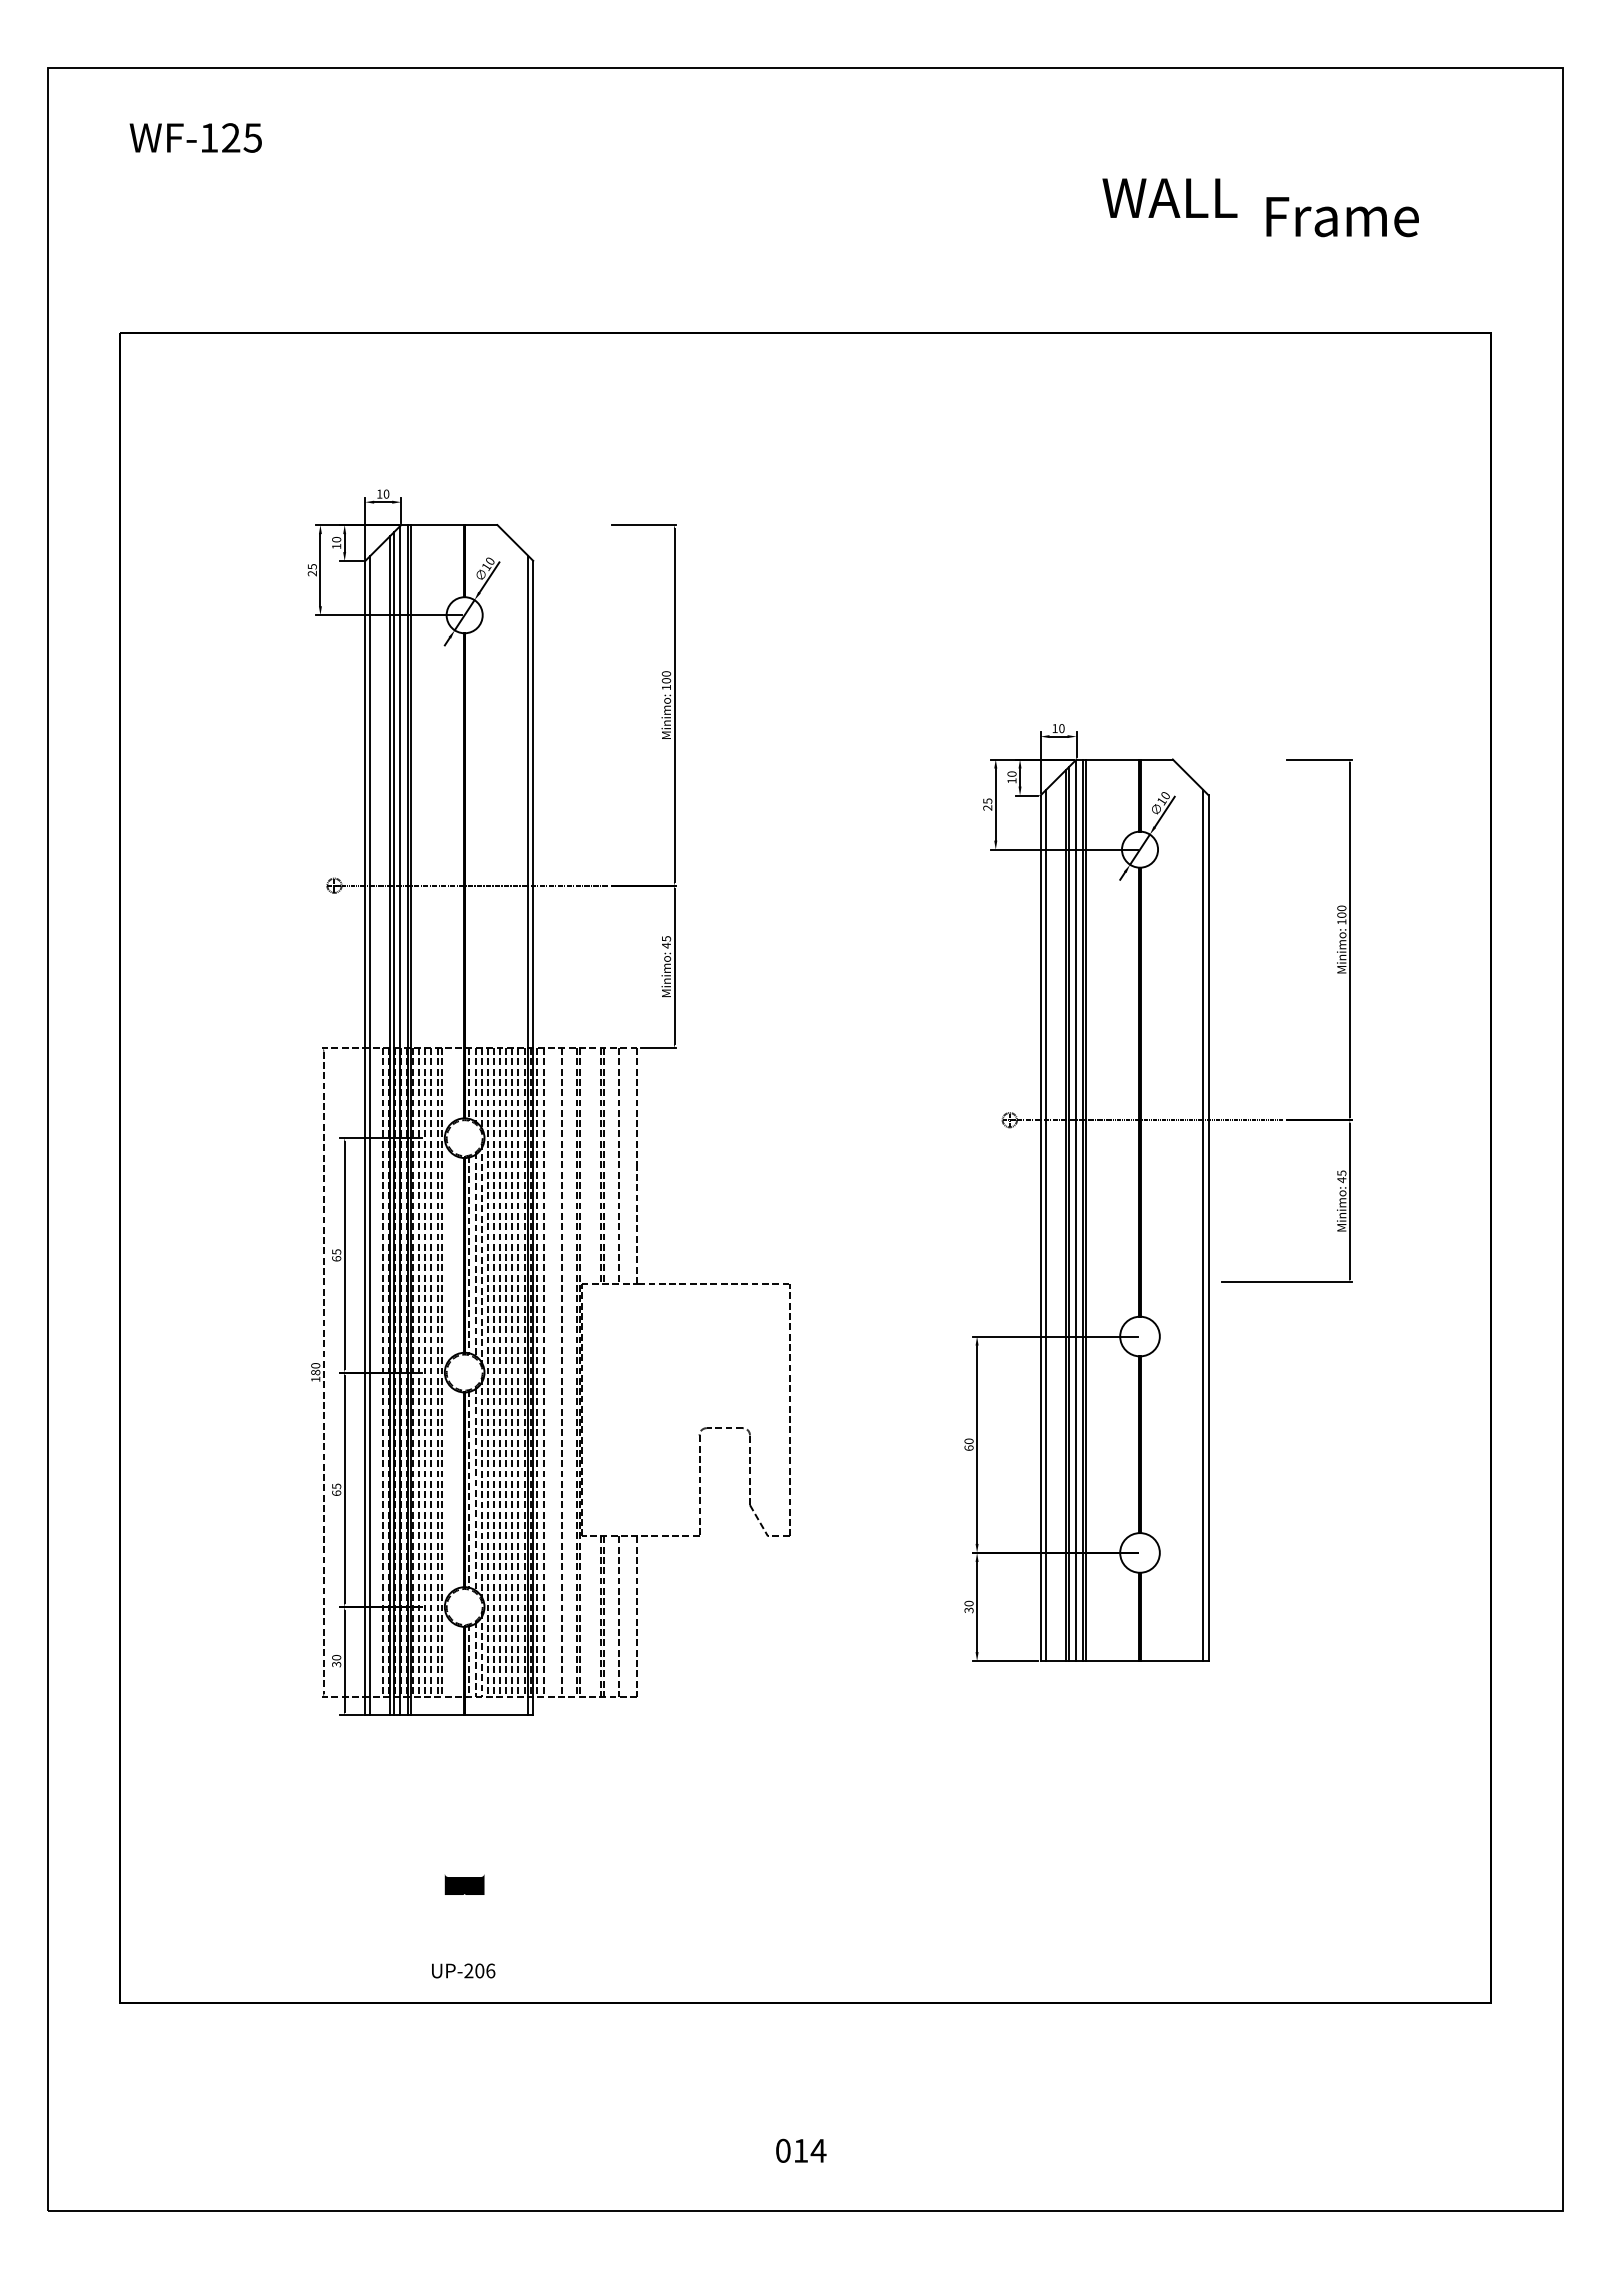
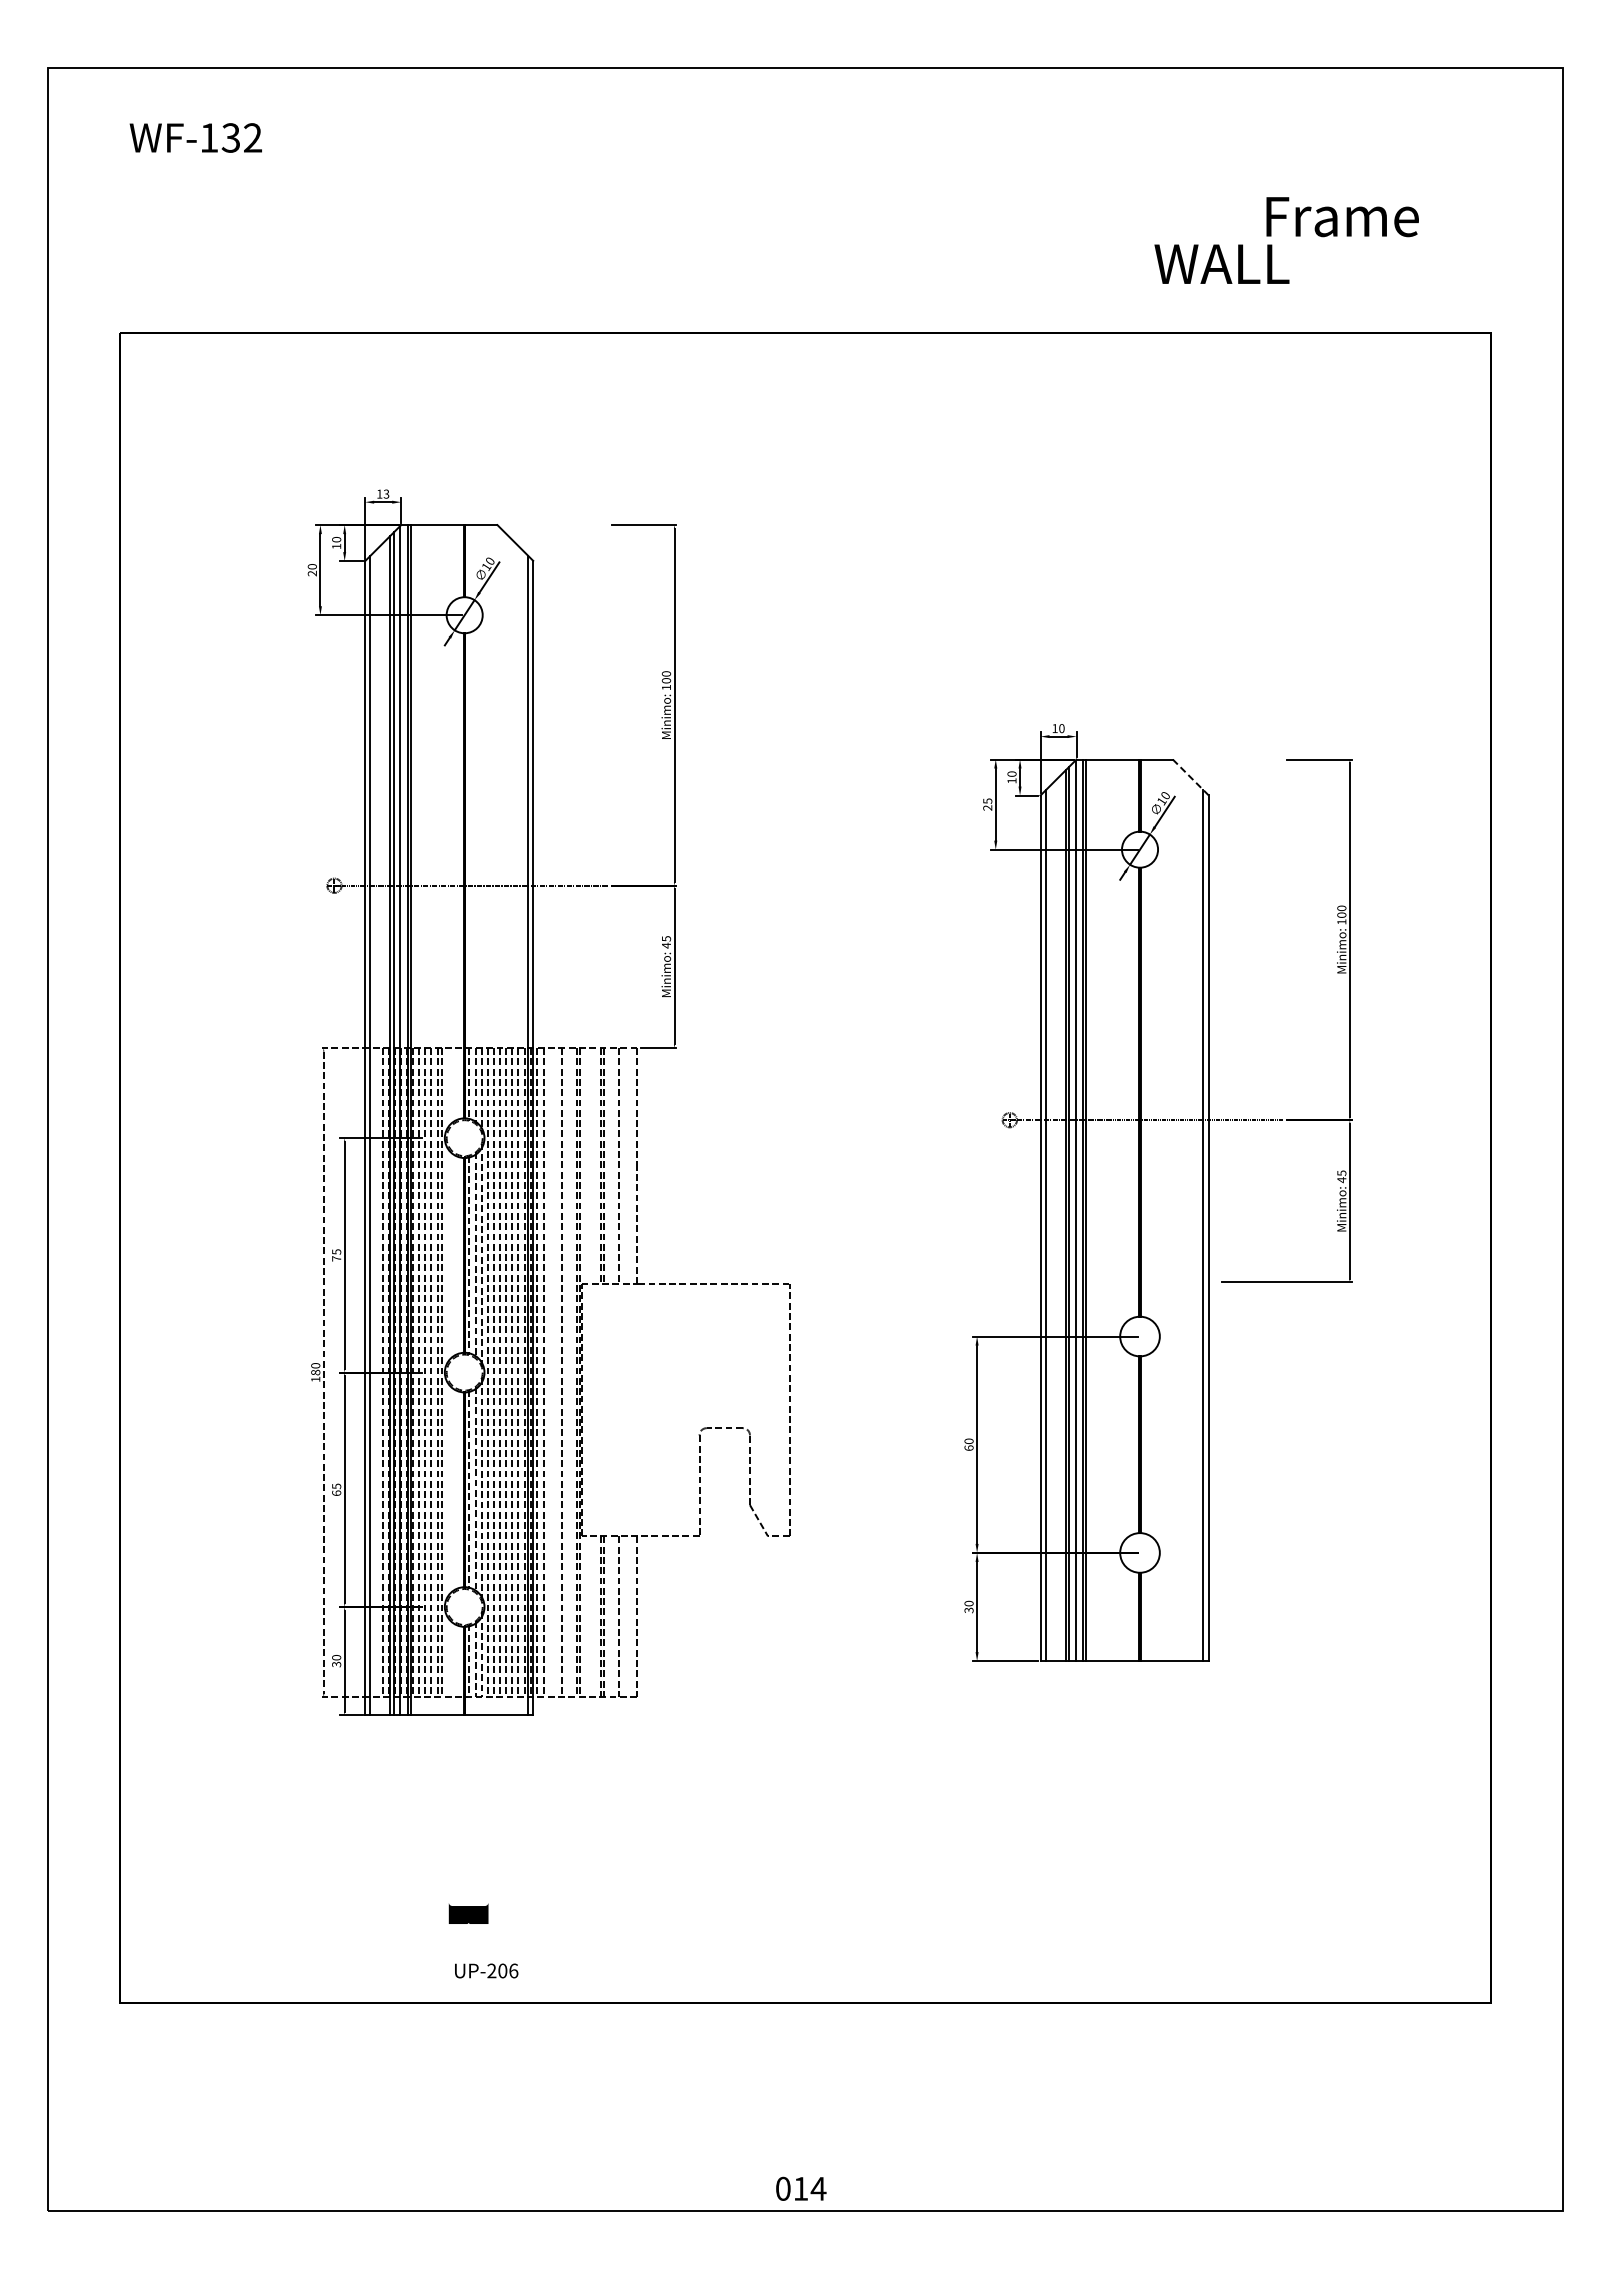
text at (241, 137): WF-125 -> WF-132
text at (1169, 197) position: (1169, 197) -> (1221, 263)
text at (386, 493): 10 -> 13
text at (311, 566): 25 -> 20
line at (1191, 777): solid -> dashed
text at (336, 1258): 65 -> 75
part at (464, 1884) position: (464, 1884) -> (468, 1913)
text at (463, 1970) position: (463, 1970) -> (486, 1970)
text at (801, 2150) position: (801, 2150) -> (801, 2188)
